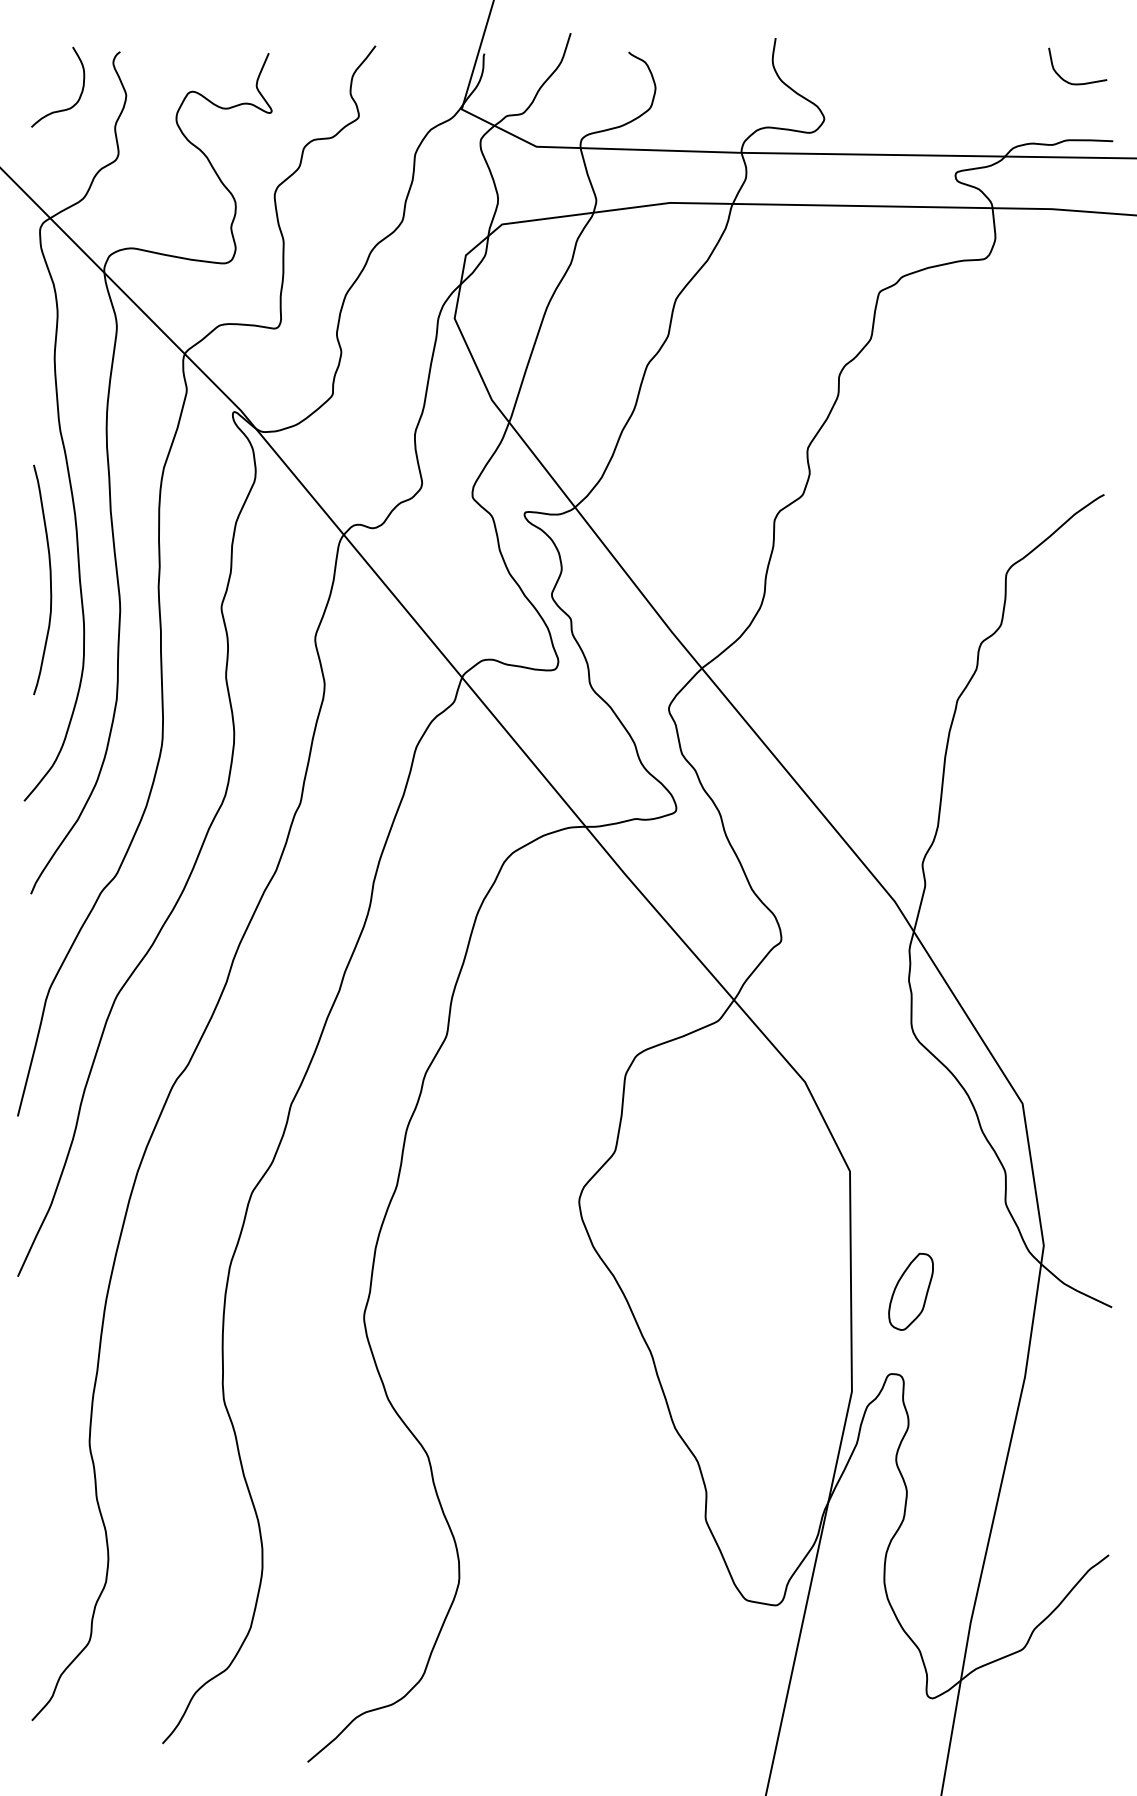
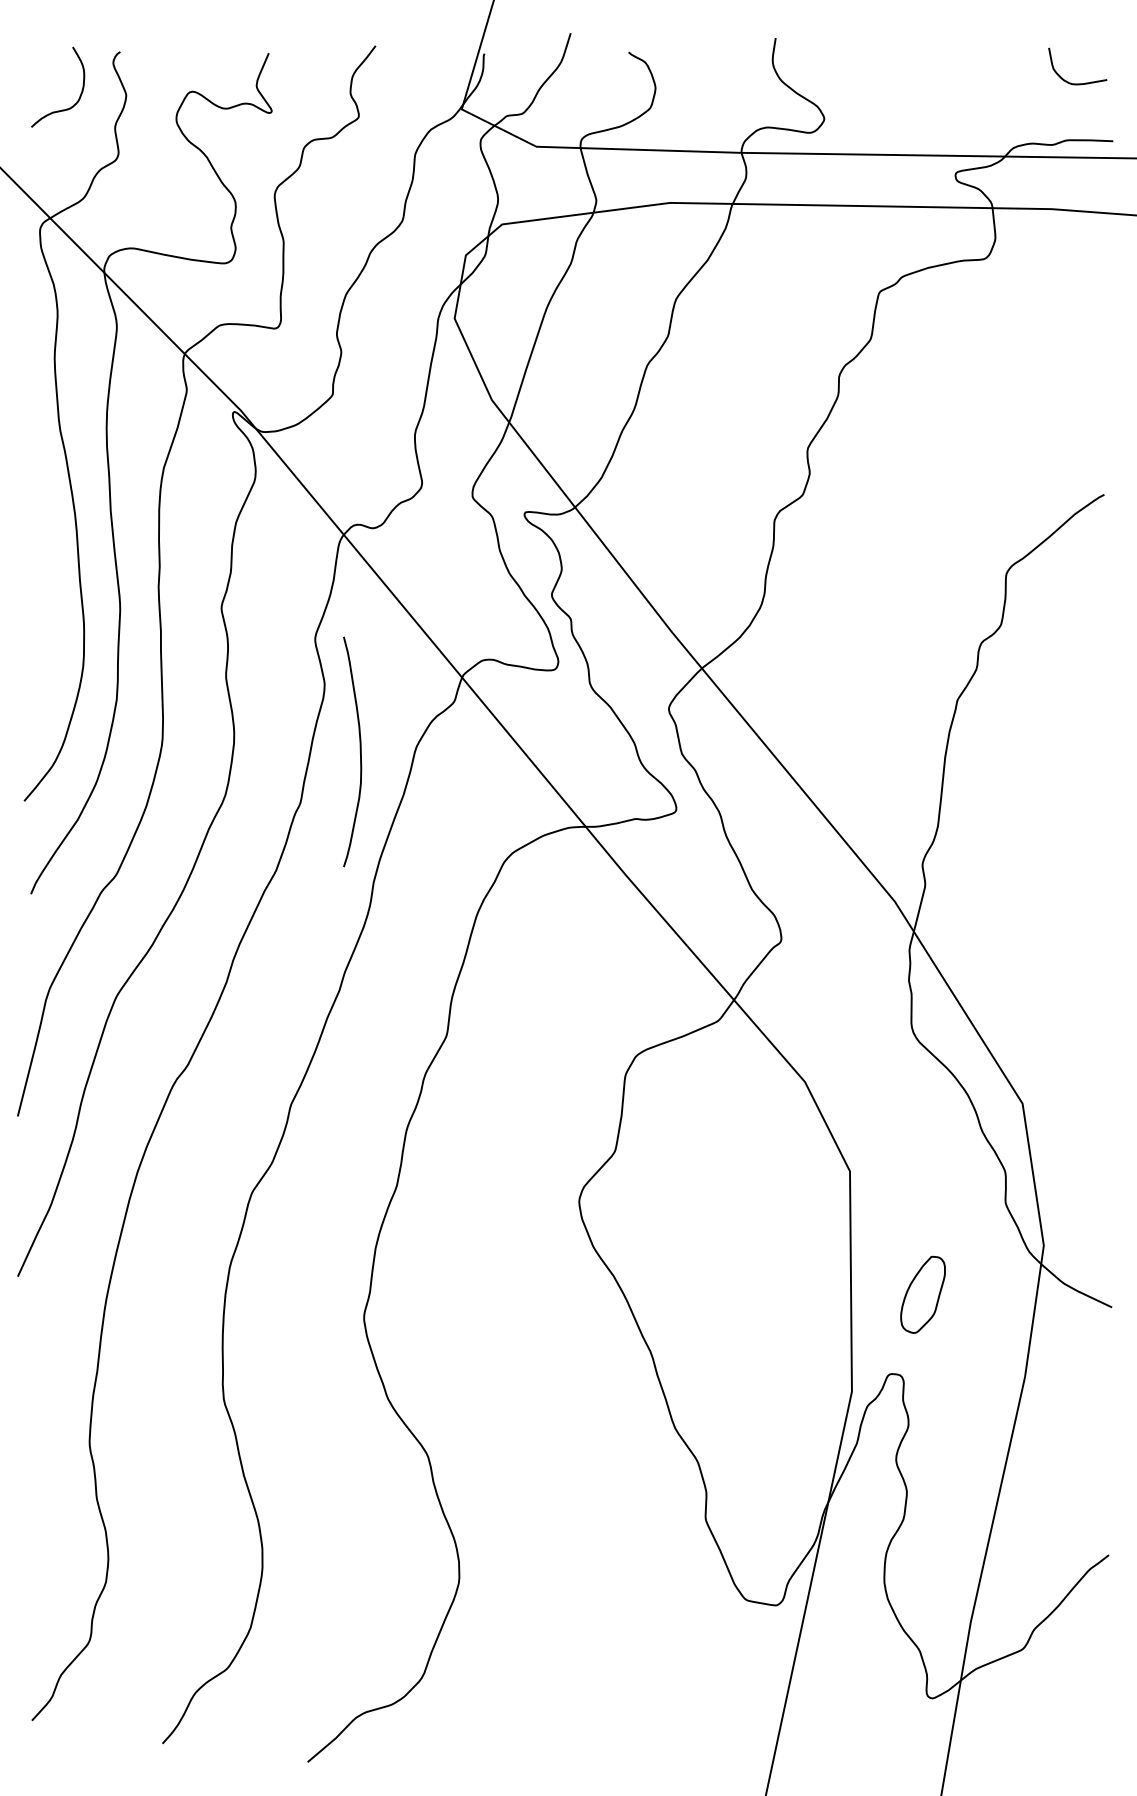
curve at (49, 578) position: (49, 578) -> (359, 750)
part at (910, 1291) position: (910, 1291) -> (922, 1294)
